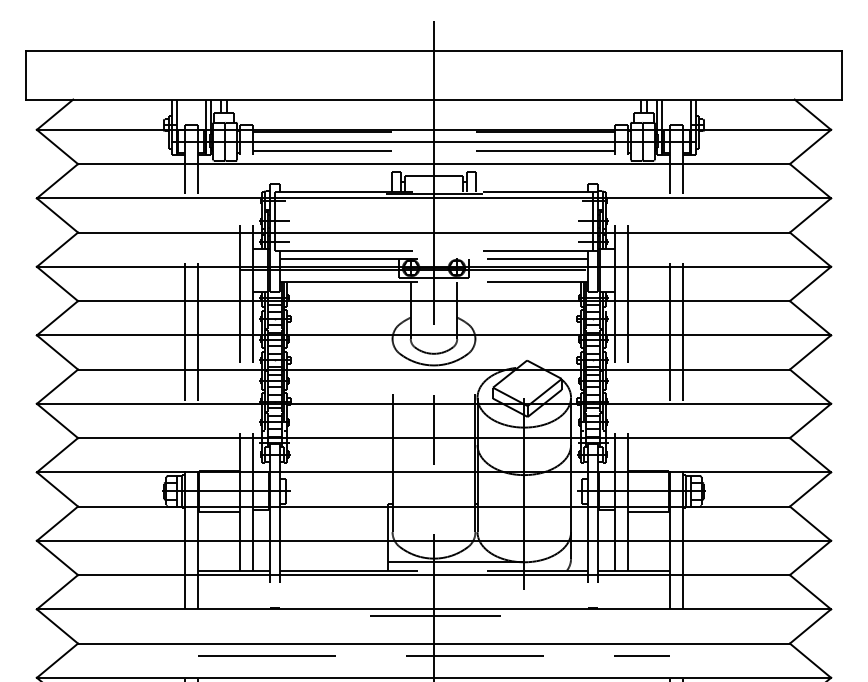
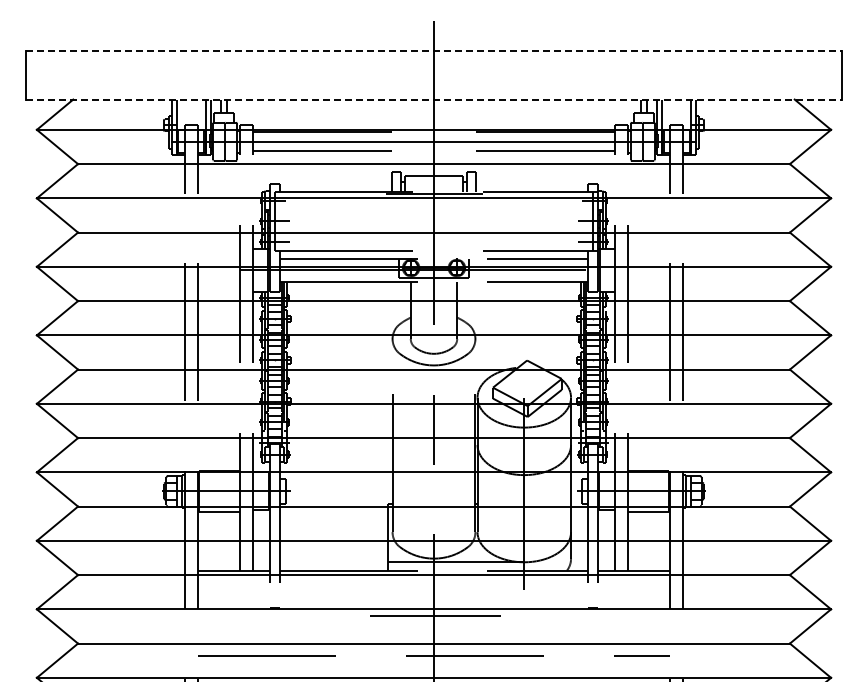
line at (433, 50): solid -> dashed
line at (433, 99): solid -> dashed
